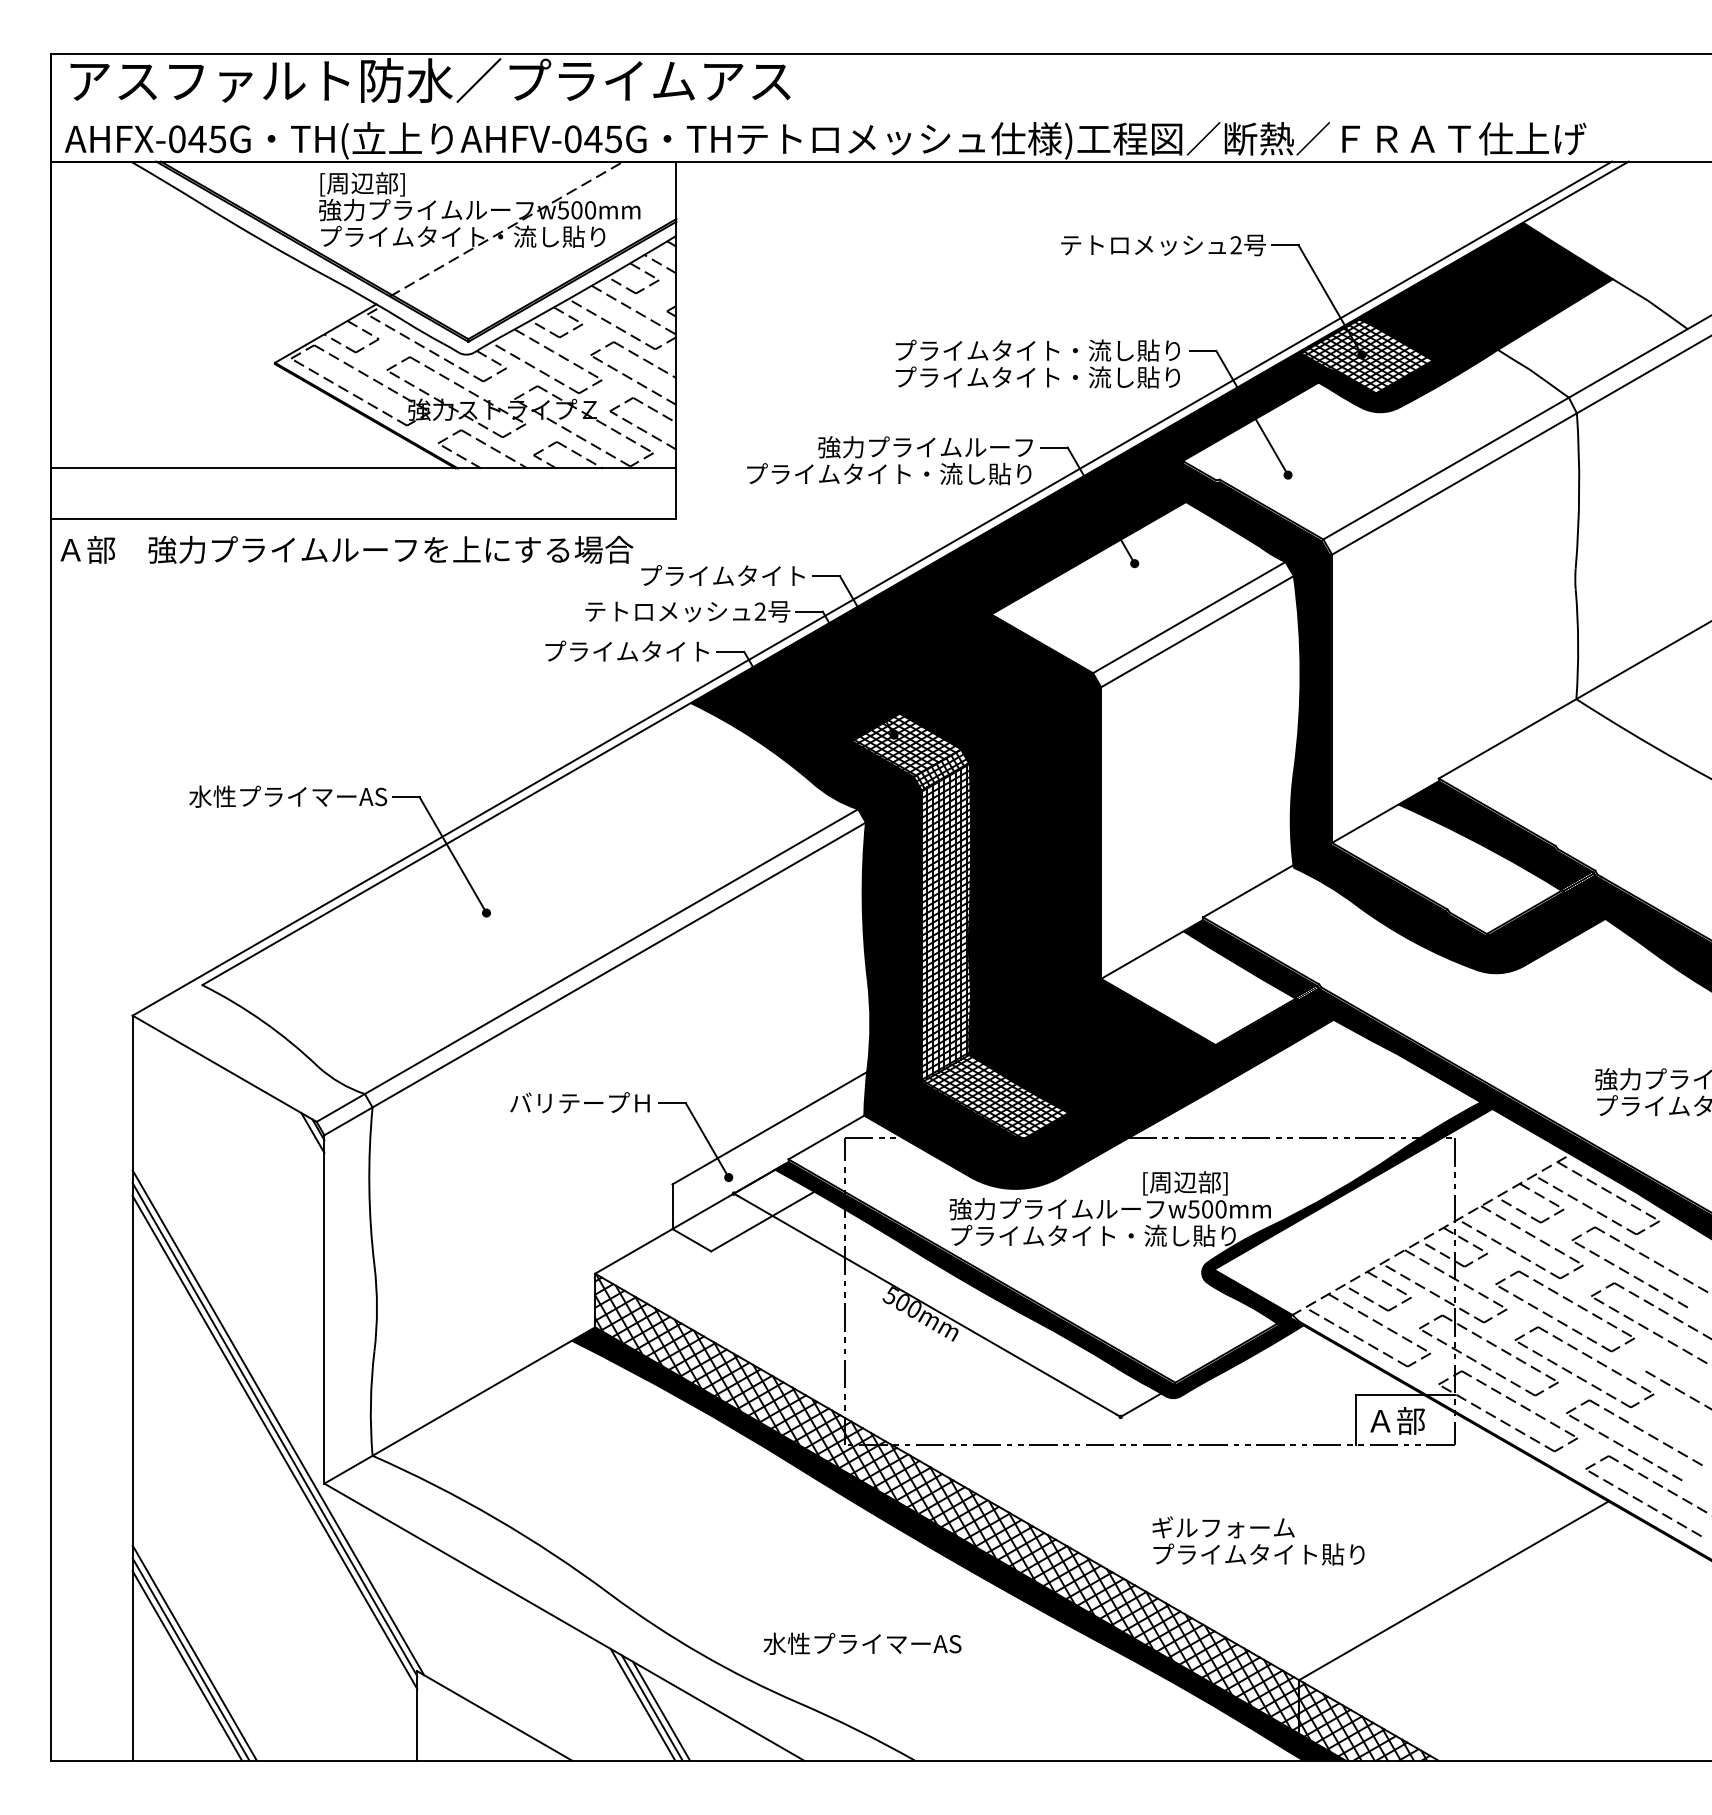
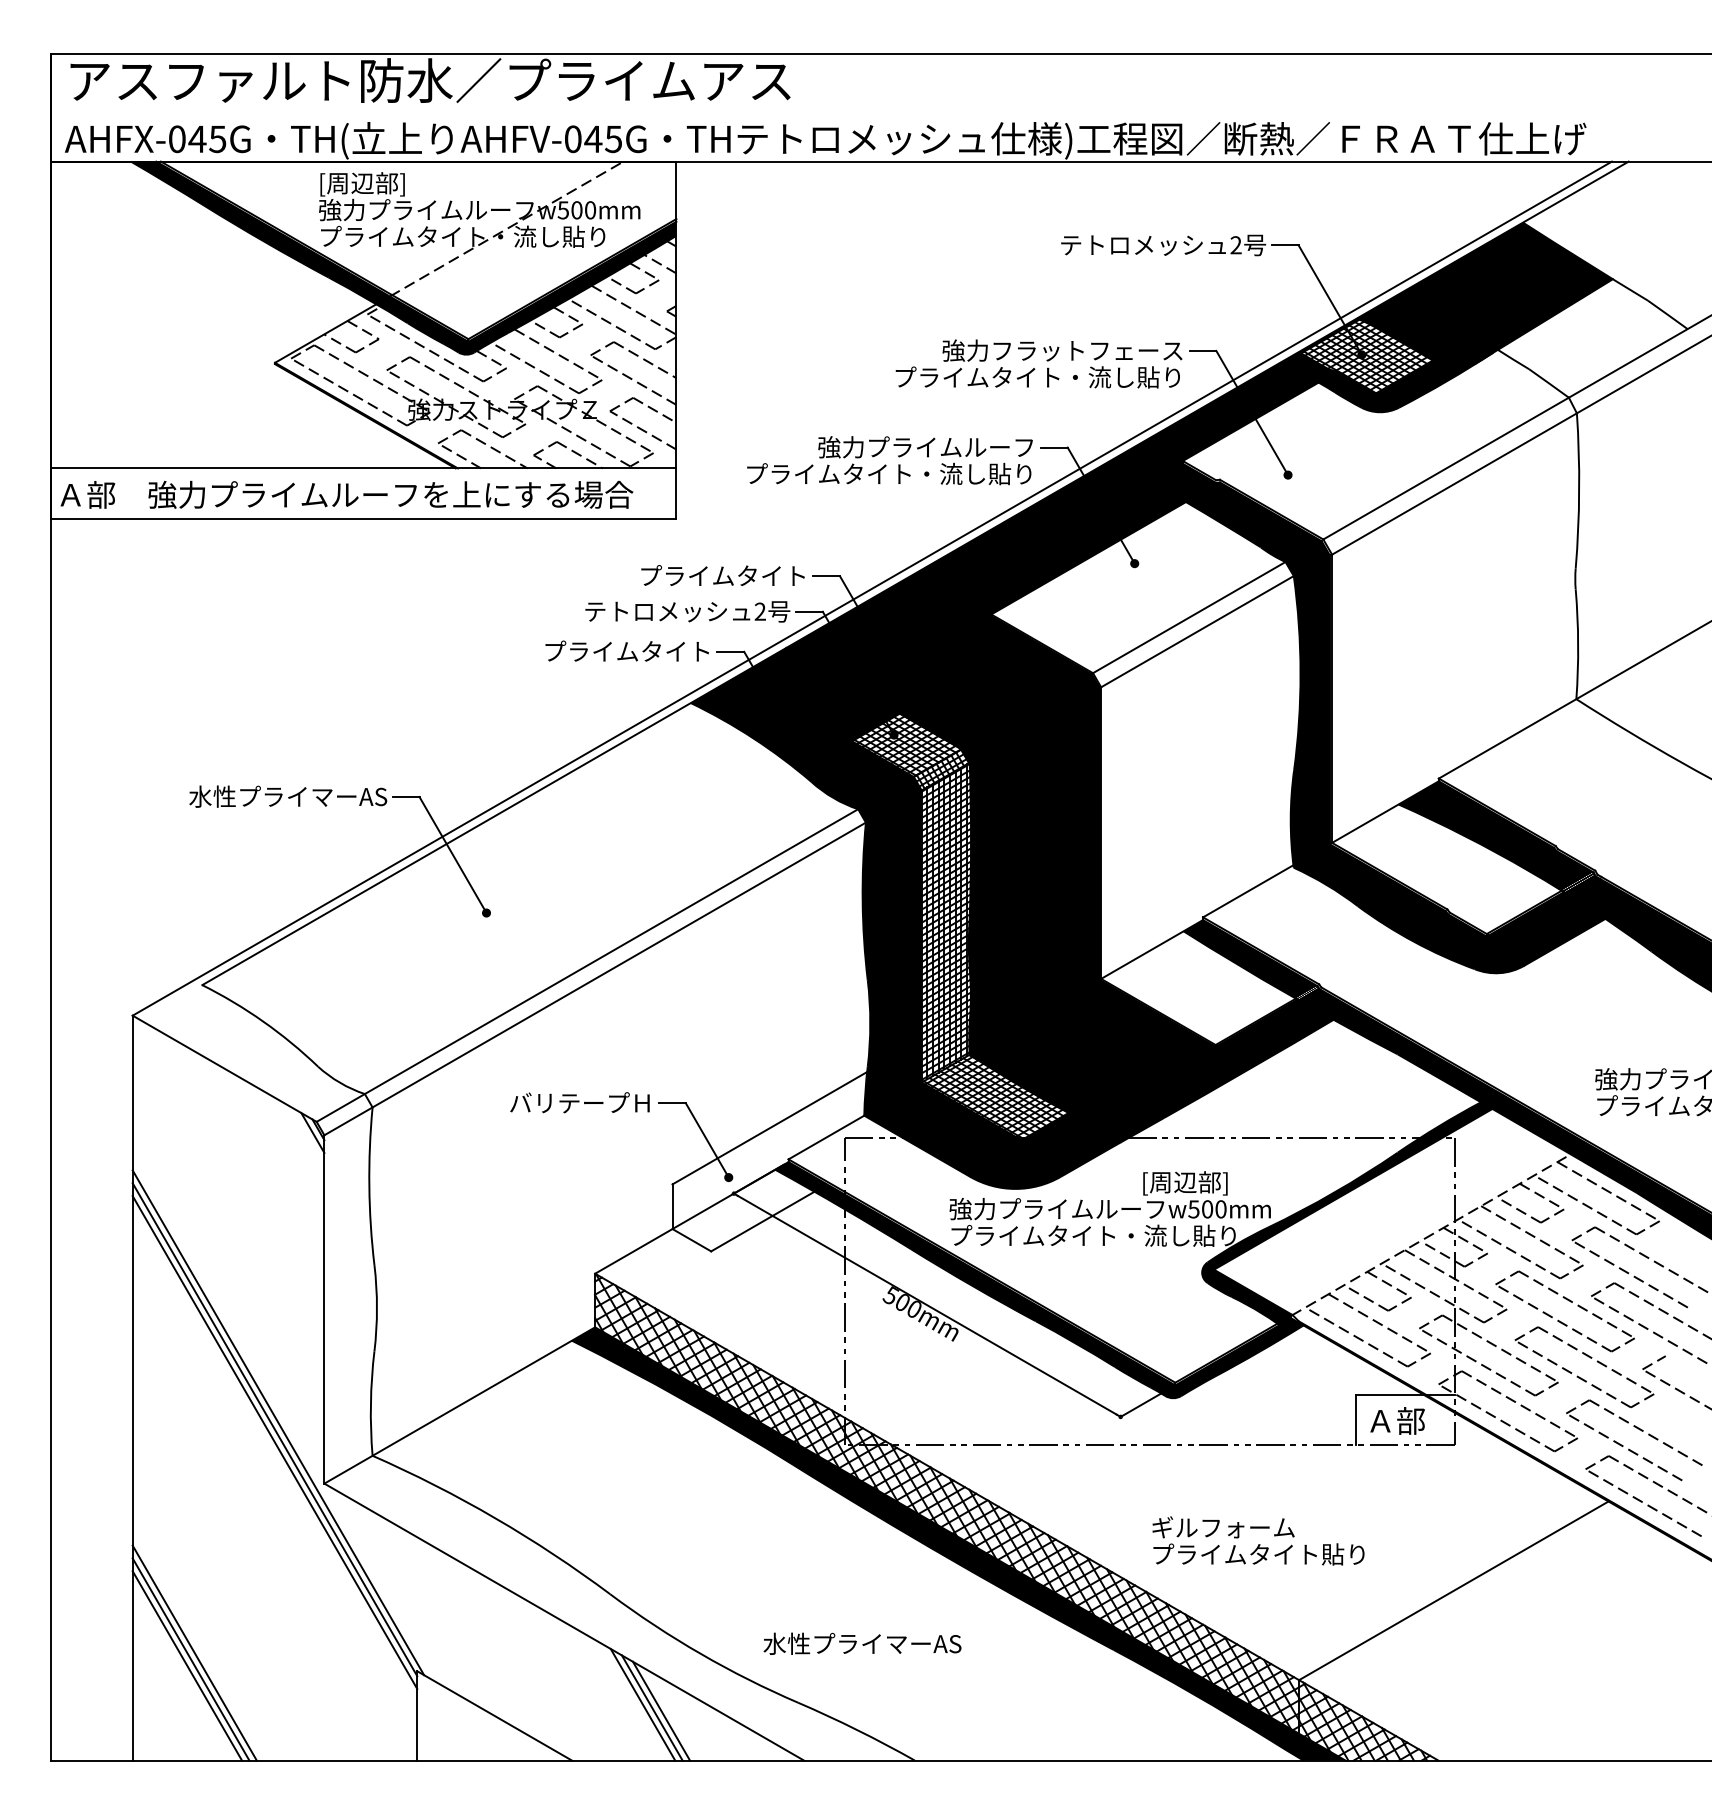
fill at (403, 257): none -> present
text at (1038, 350): プライムタイト・流し貼り -> 強力フラットフェース
text at (346, 549) position: (346, 549) -> (346, 494)
line at (1653, 1362): none -> present
